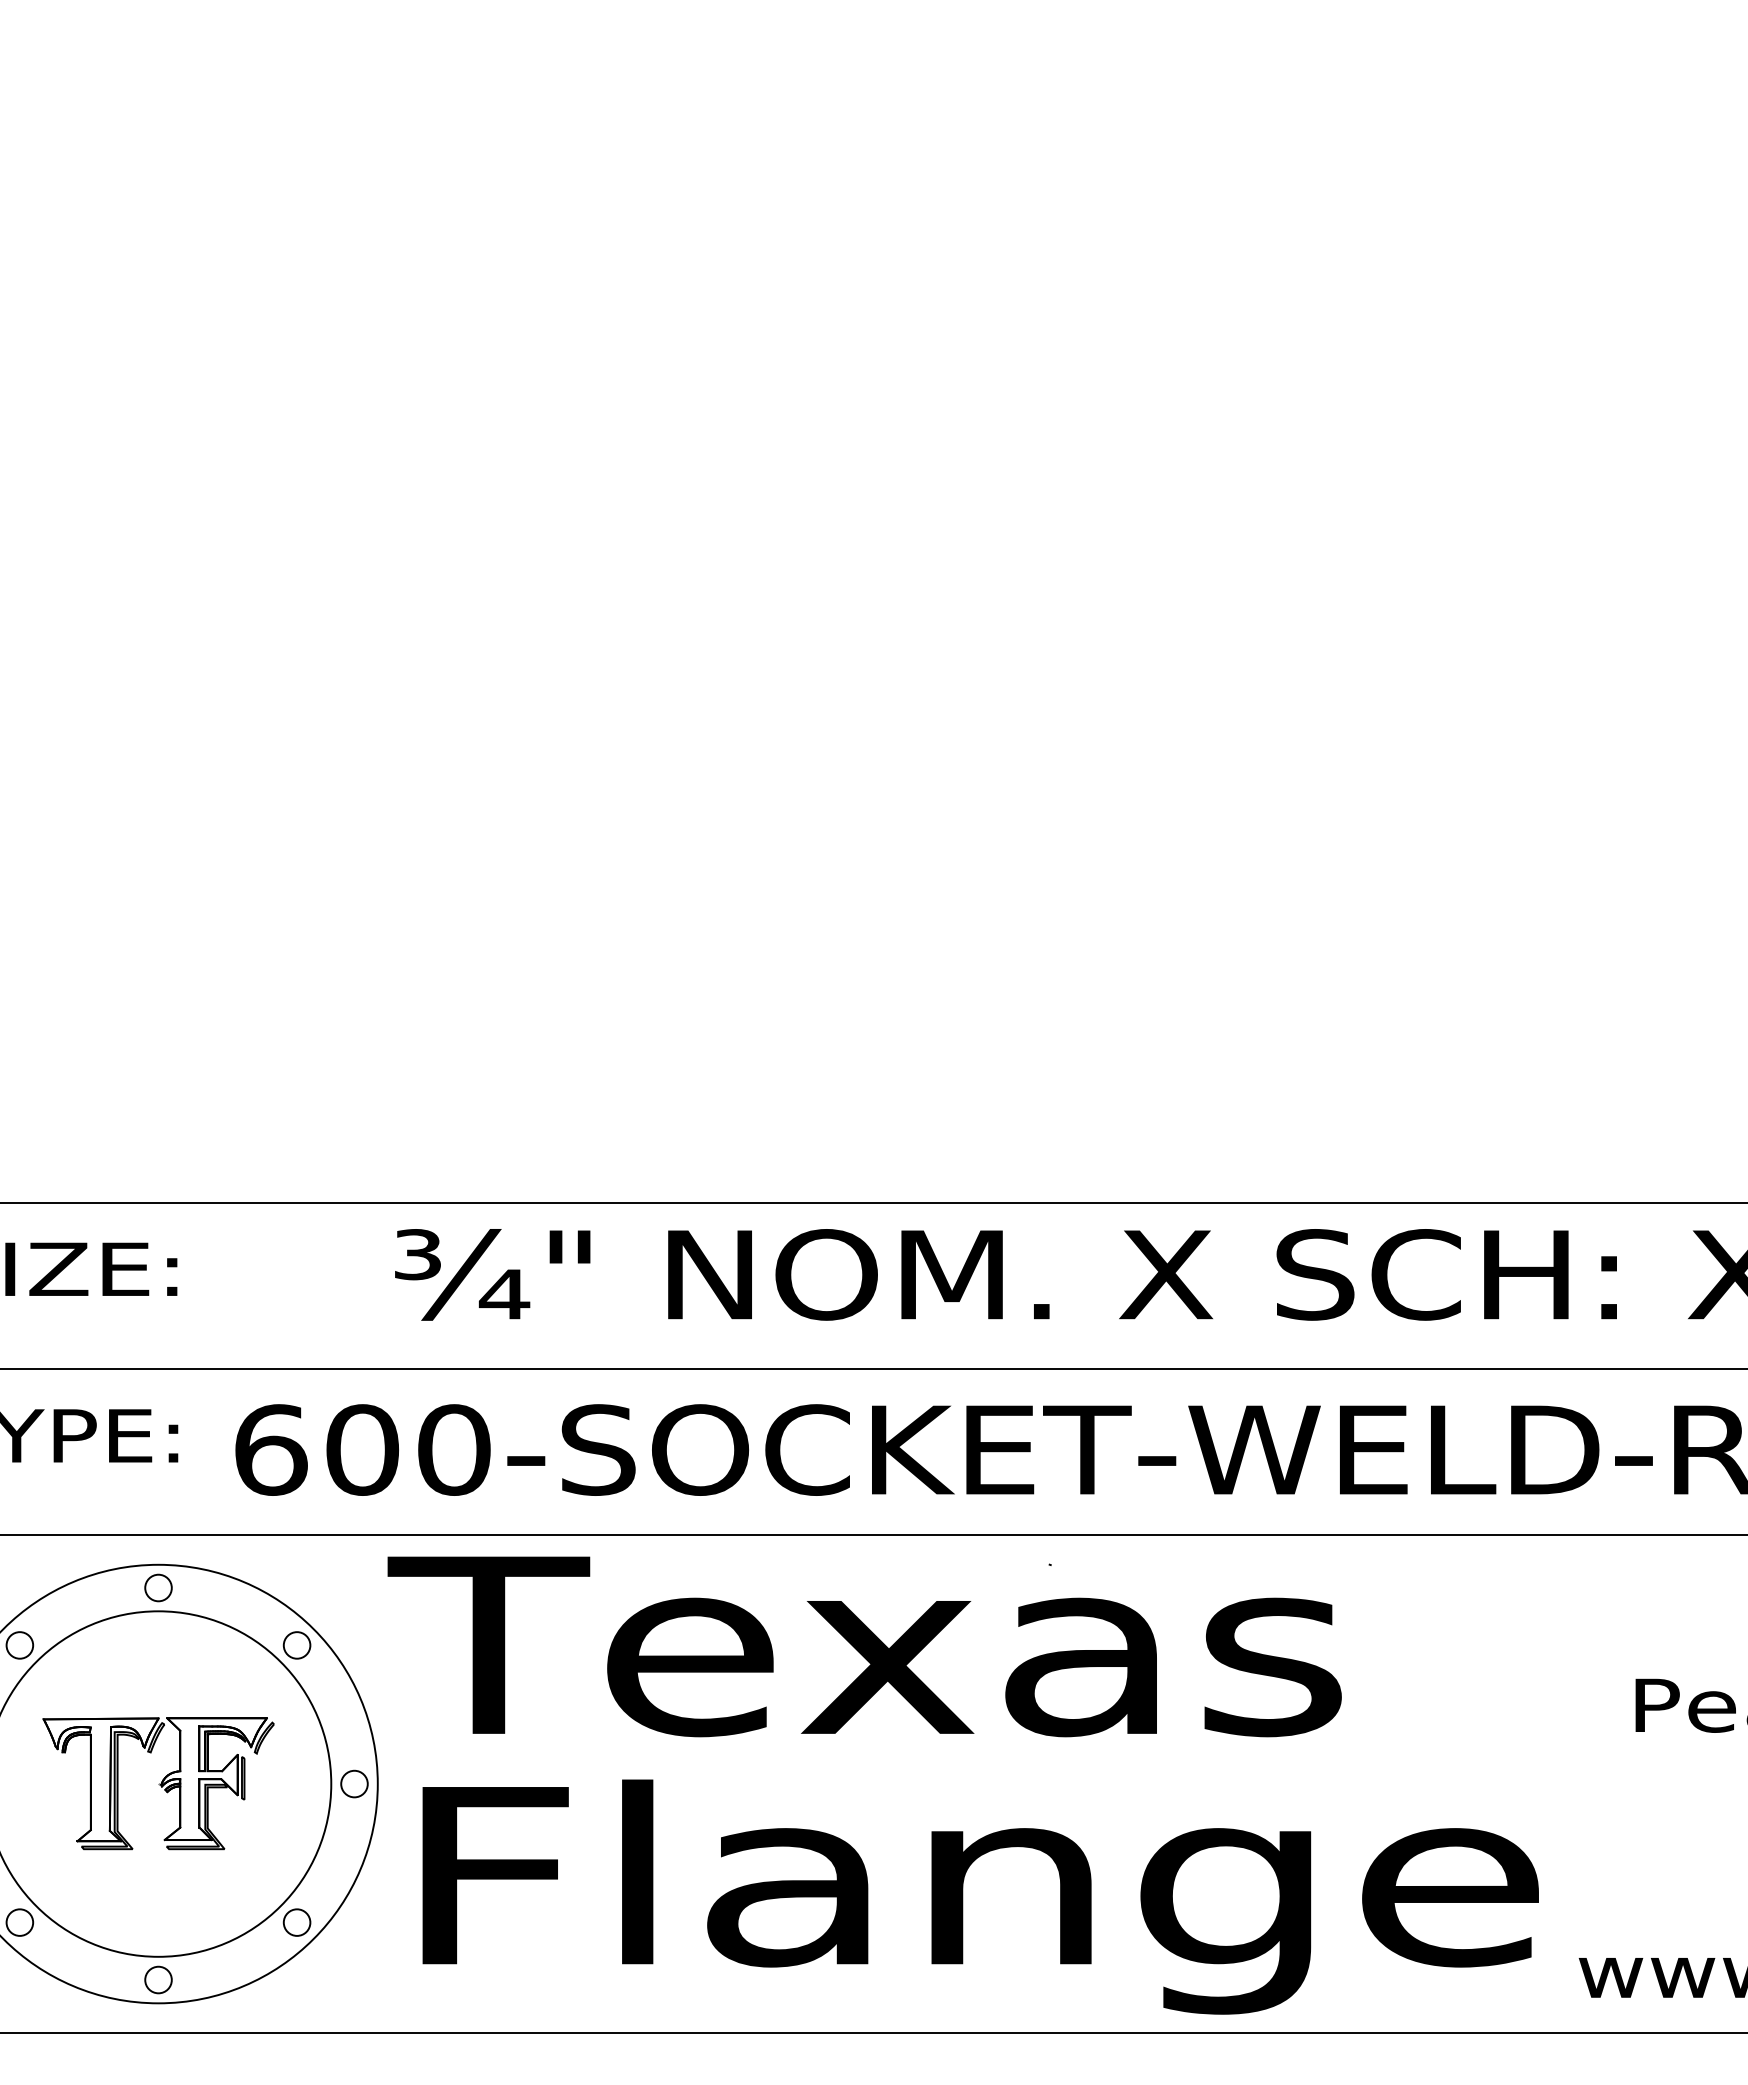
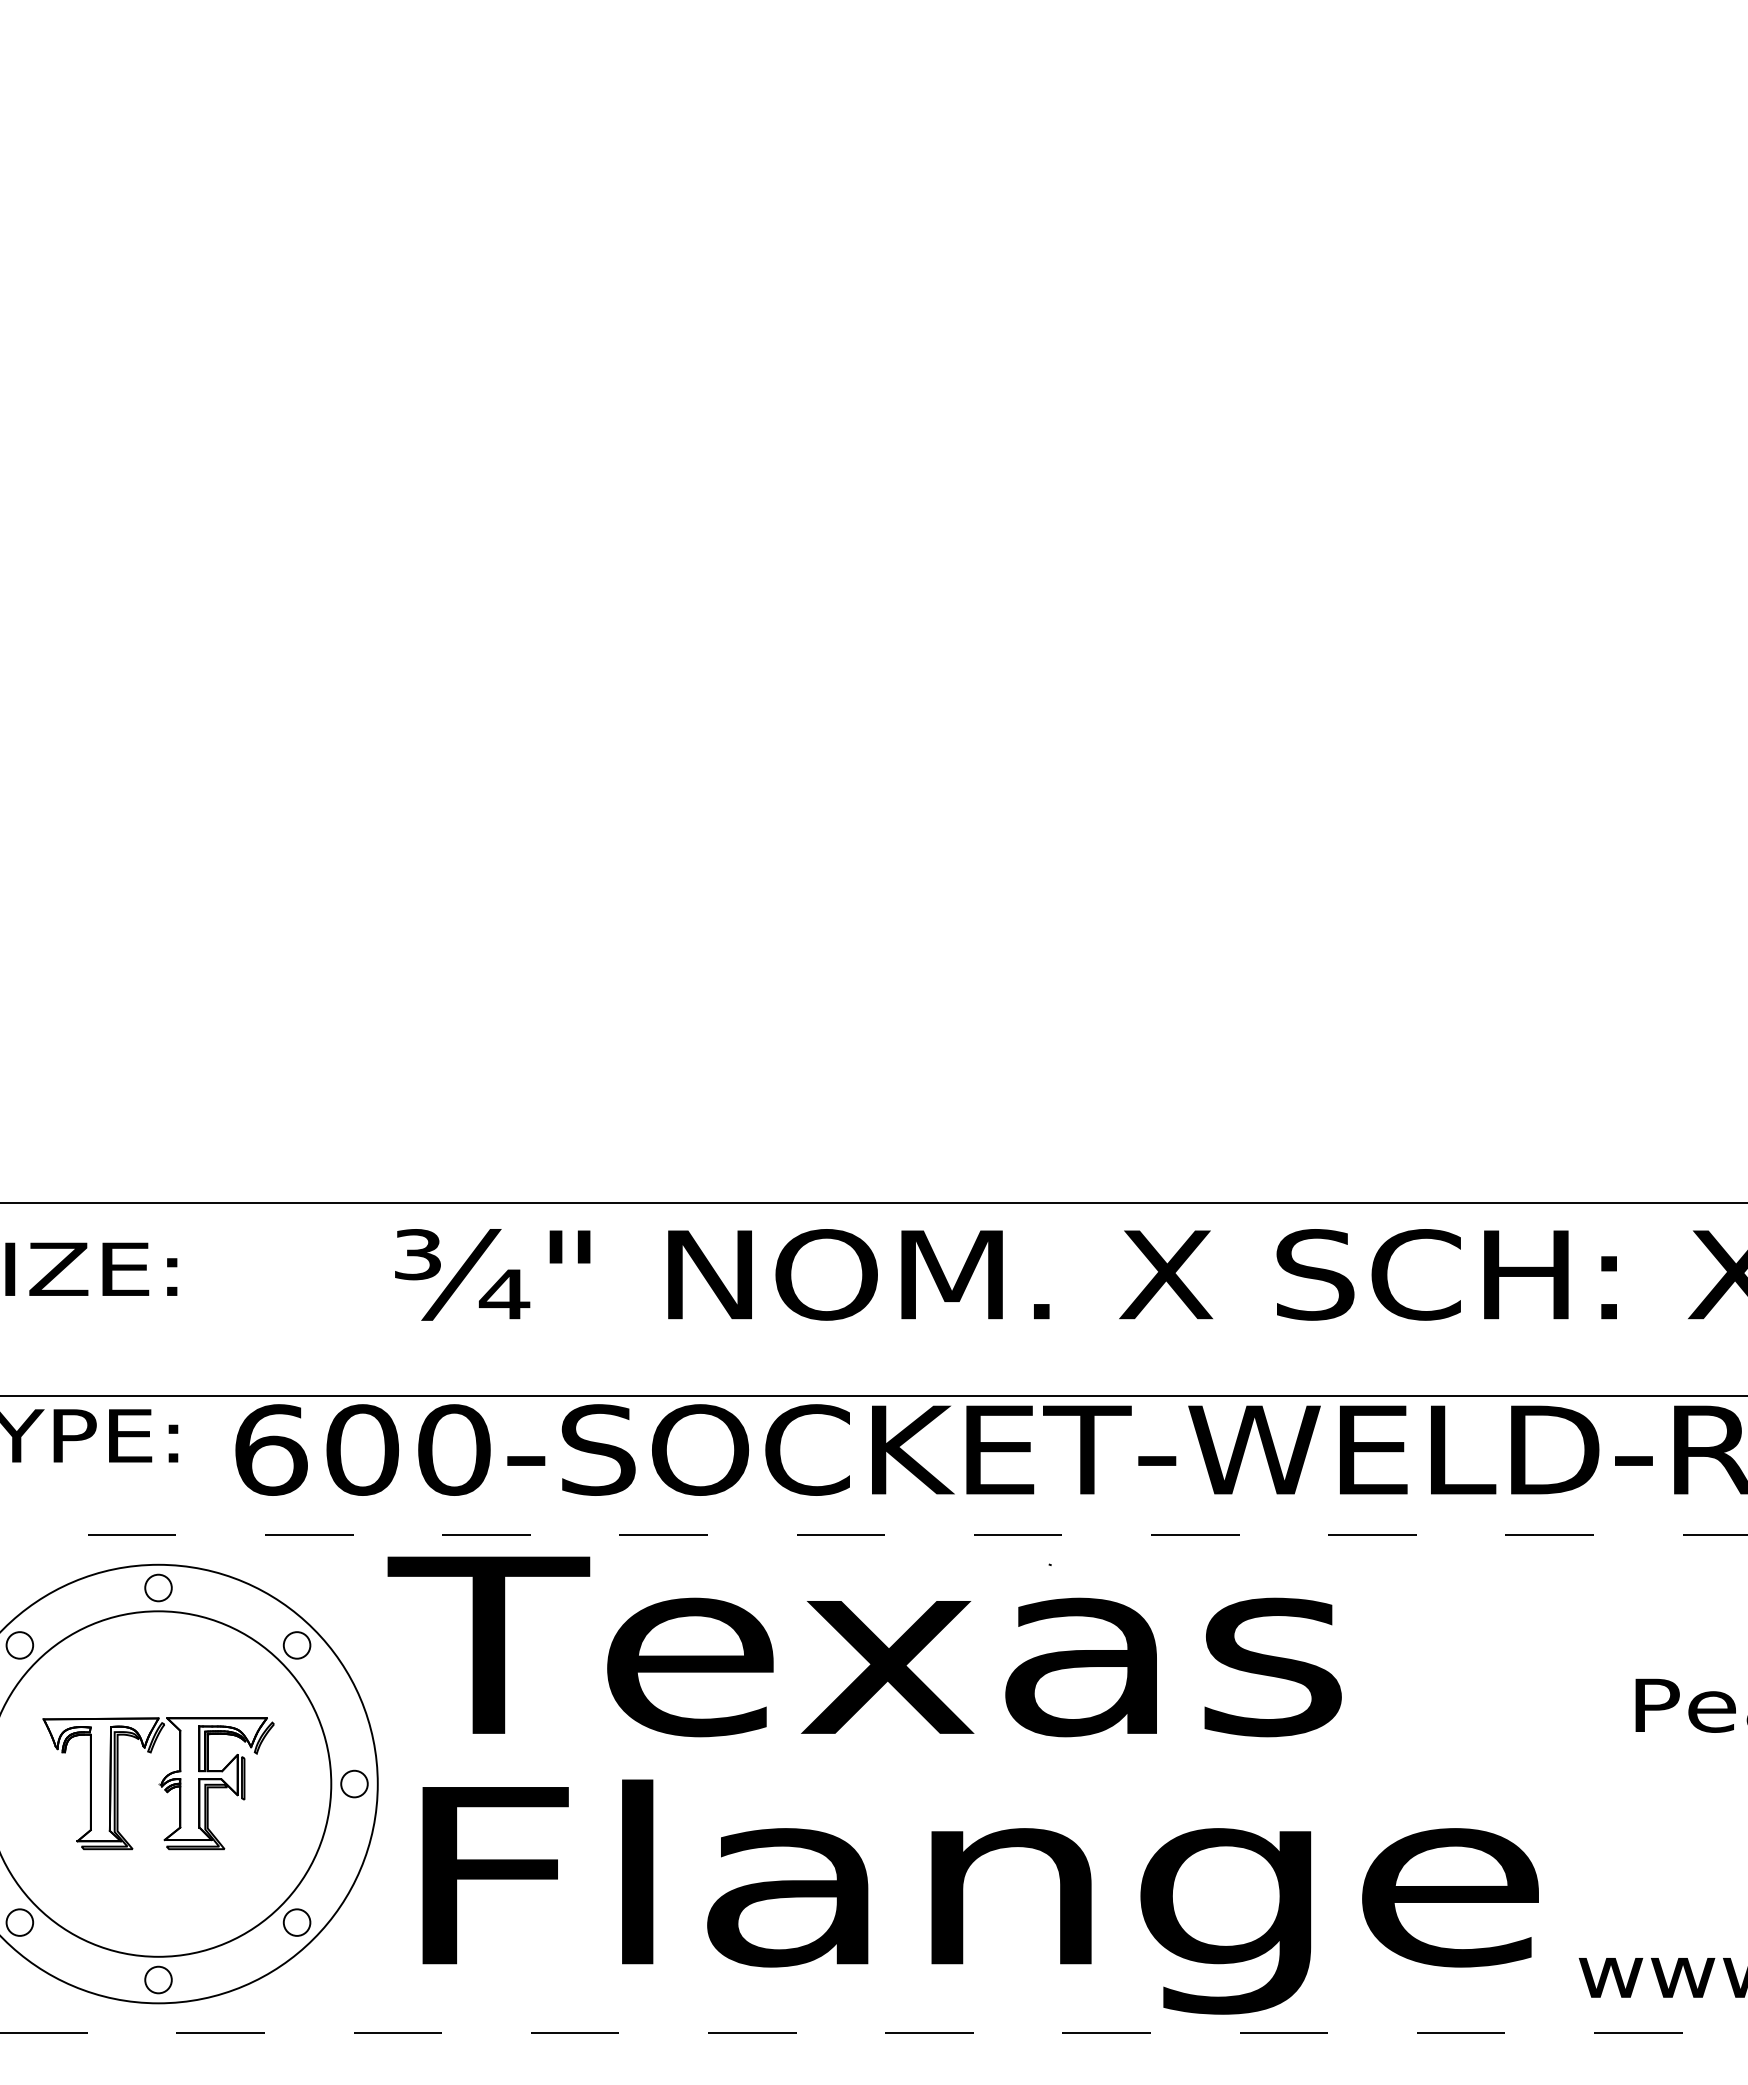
line at (873, 1368) position: (873, 1368) -> (873, 1395)
line at (874, 1534): solid -> dashed
line at (873, 2033): solid -> dashed
